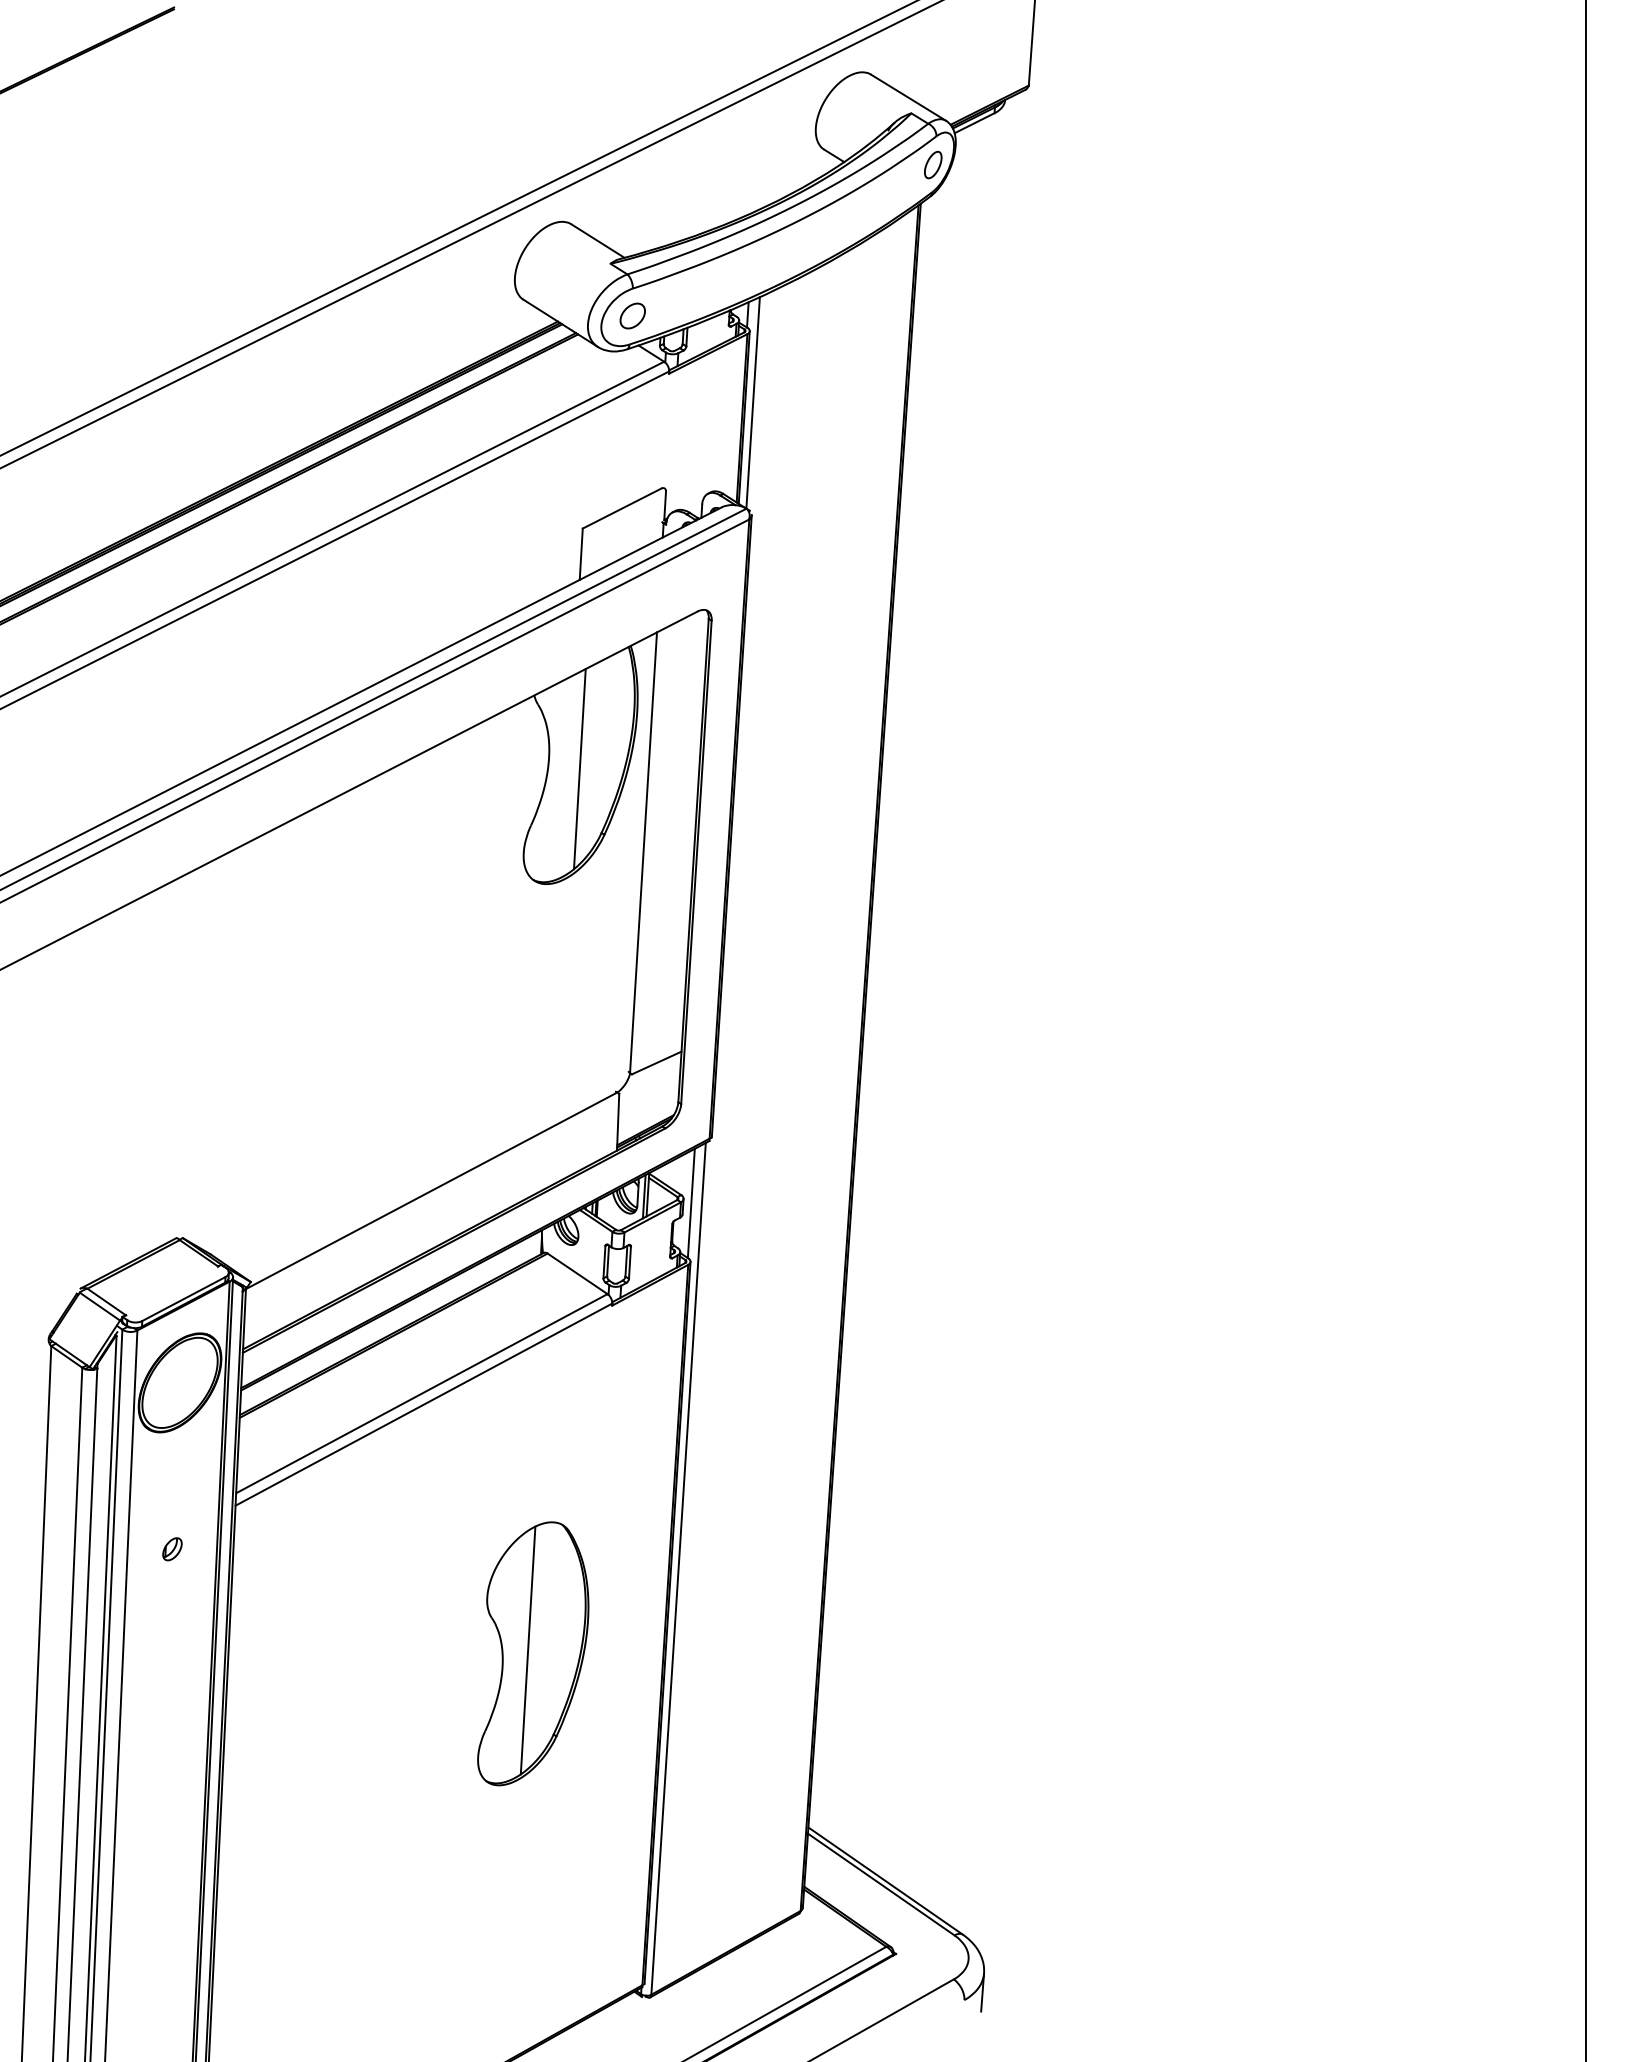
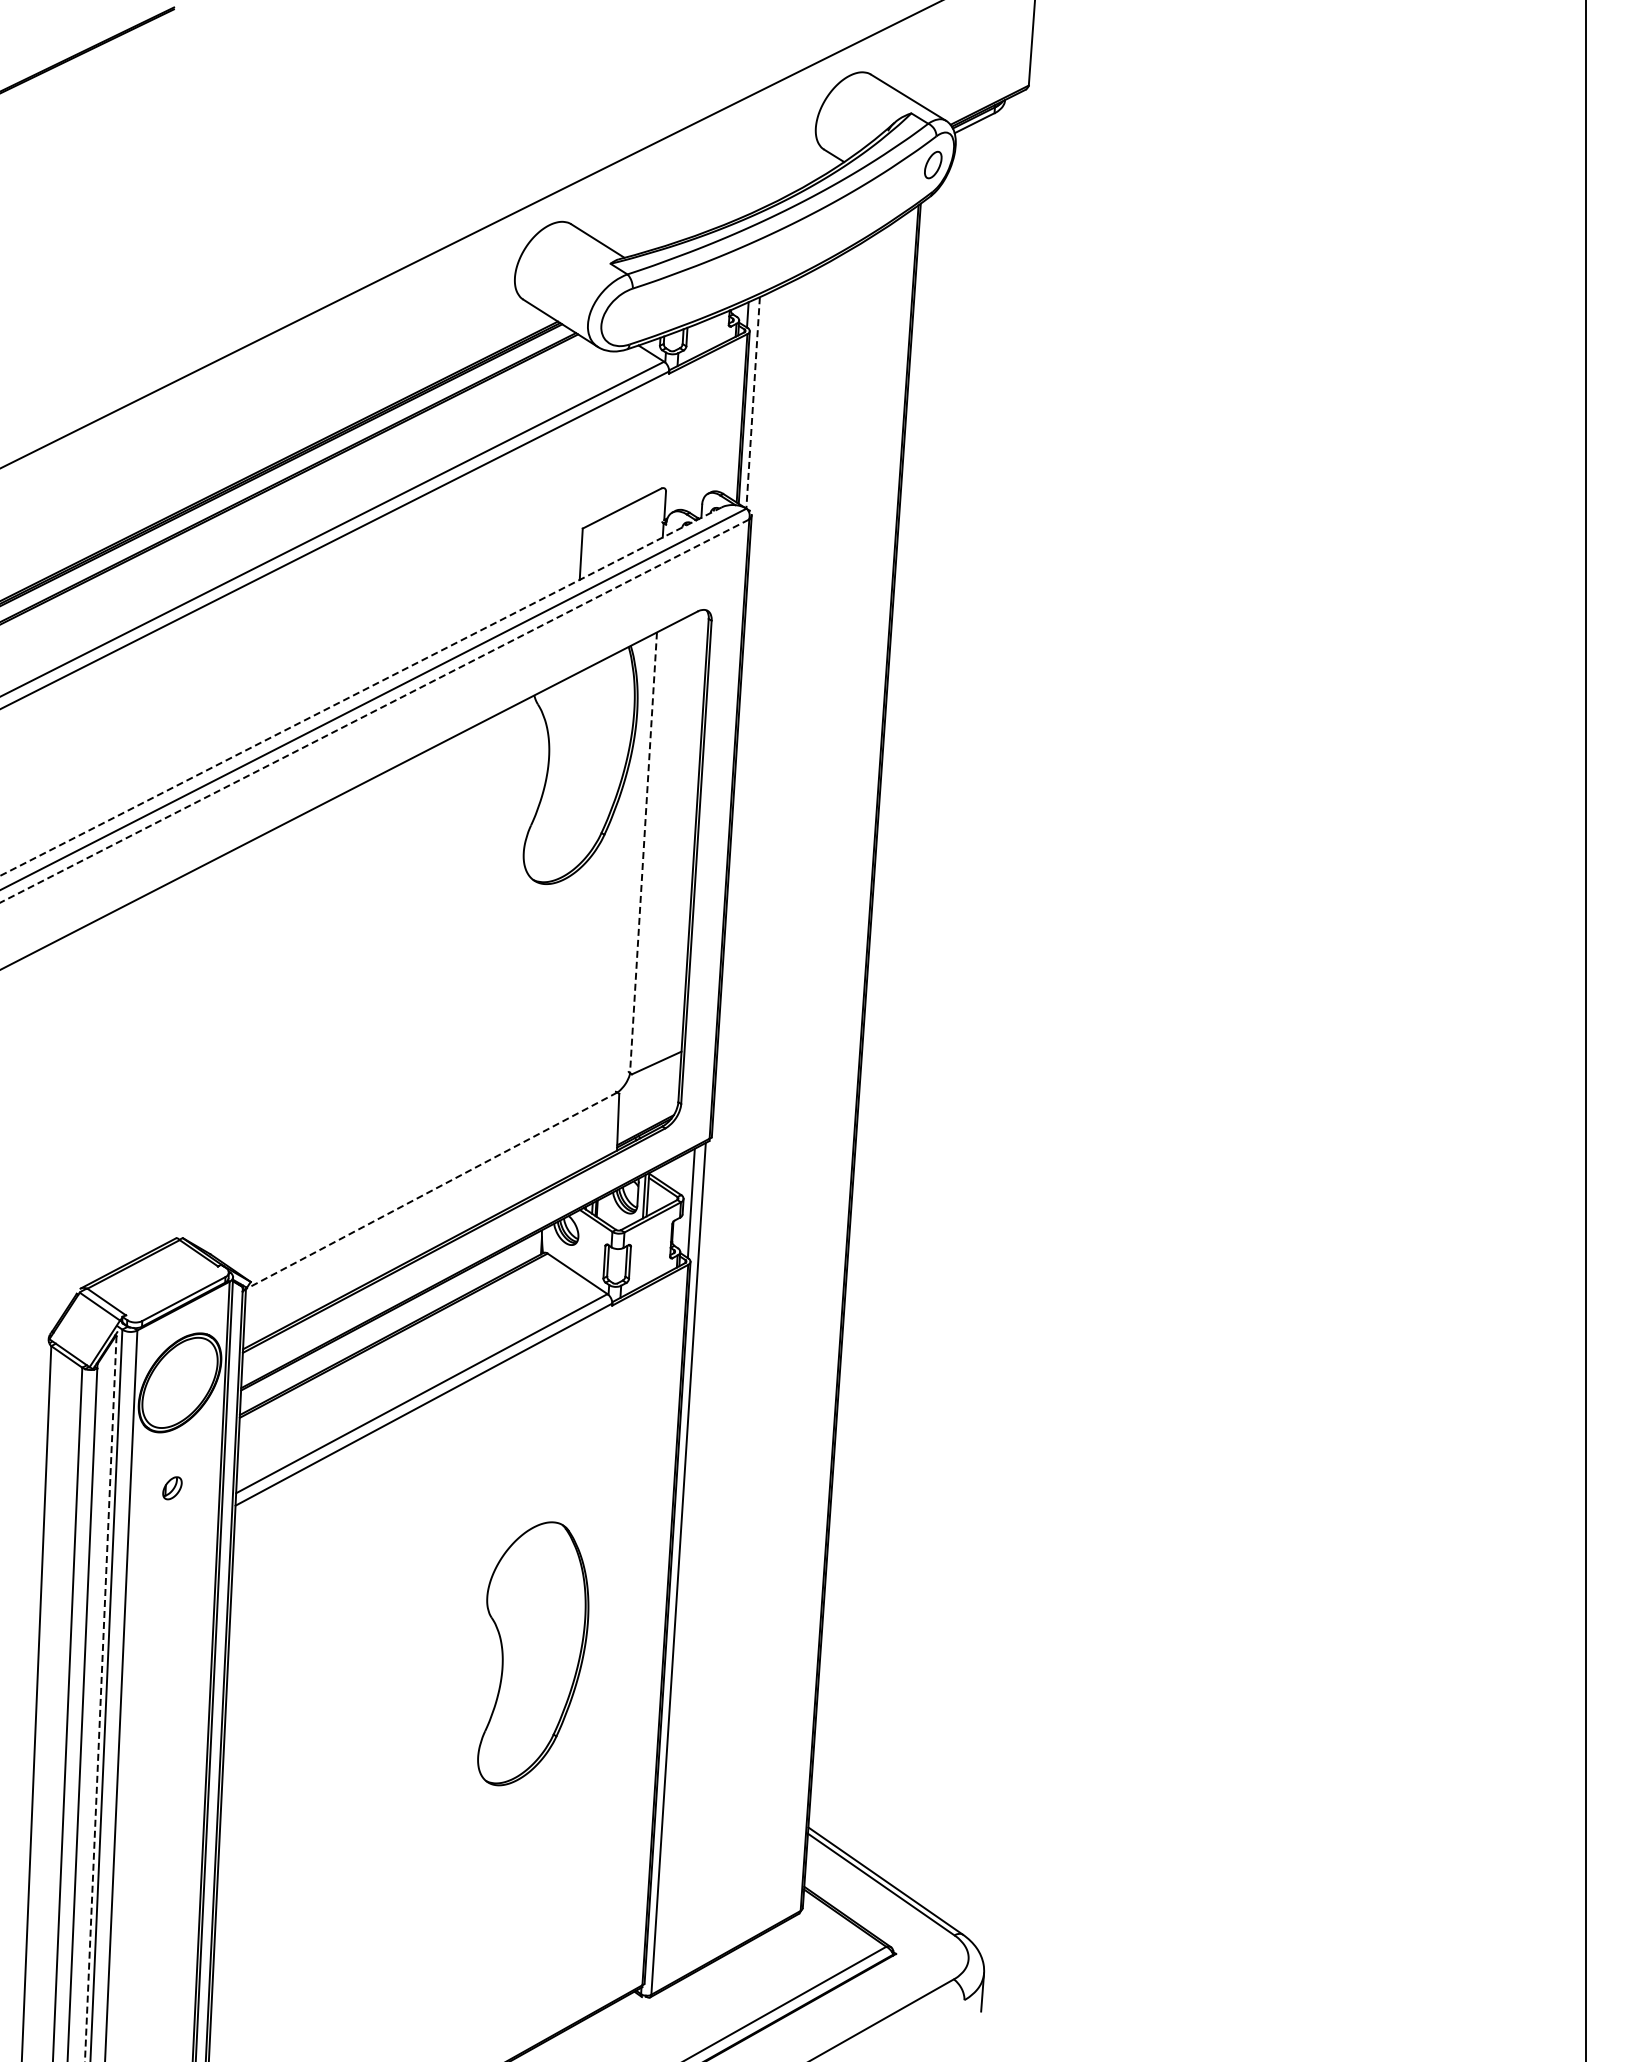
line at (458, 228): present -> none
part at (632, 315): present -> none
line at (753, 402): solid -> dashed
line at (361, 691): solid -> dashed
line at (374, 711): solid -> dashed
line at (579, 769): present -> none
line at (643, 852): solid -> dashed
line at (431, 1191): solid -> dashed
part at (172, 1549) position: (172, 1549) -> (172, 1488)
line at (527, 1650): present -> none
line at (100, 1698): solid -> dashed
